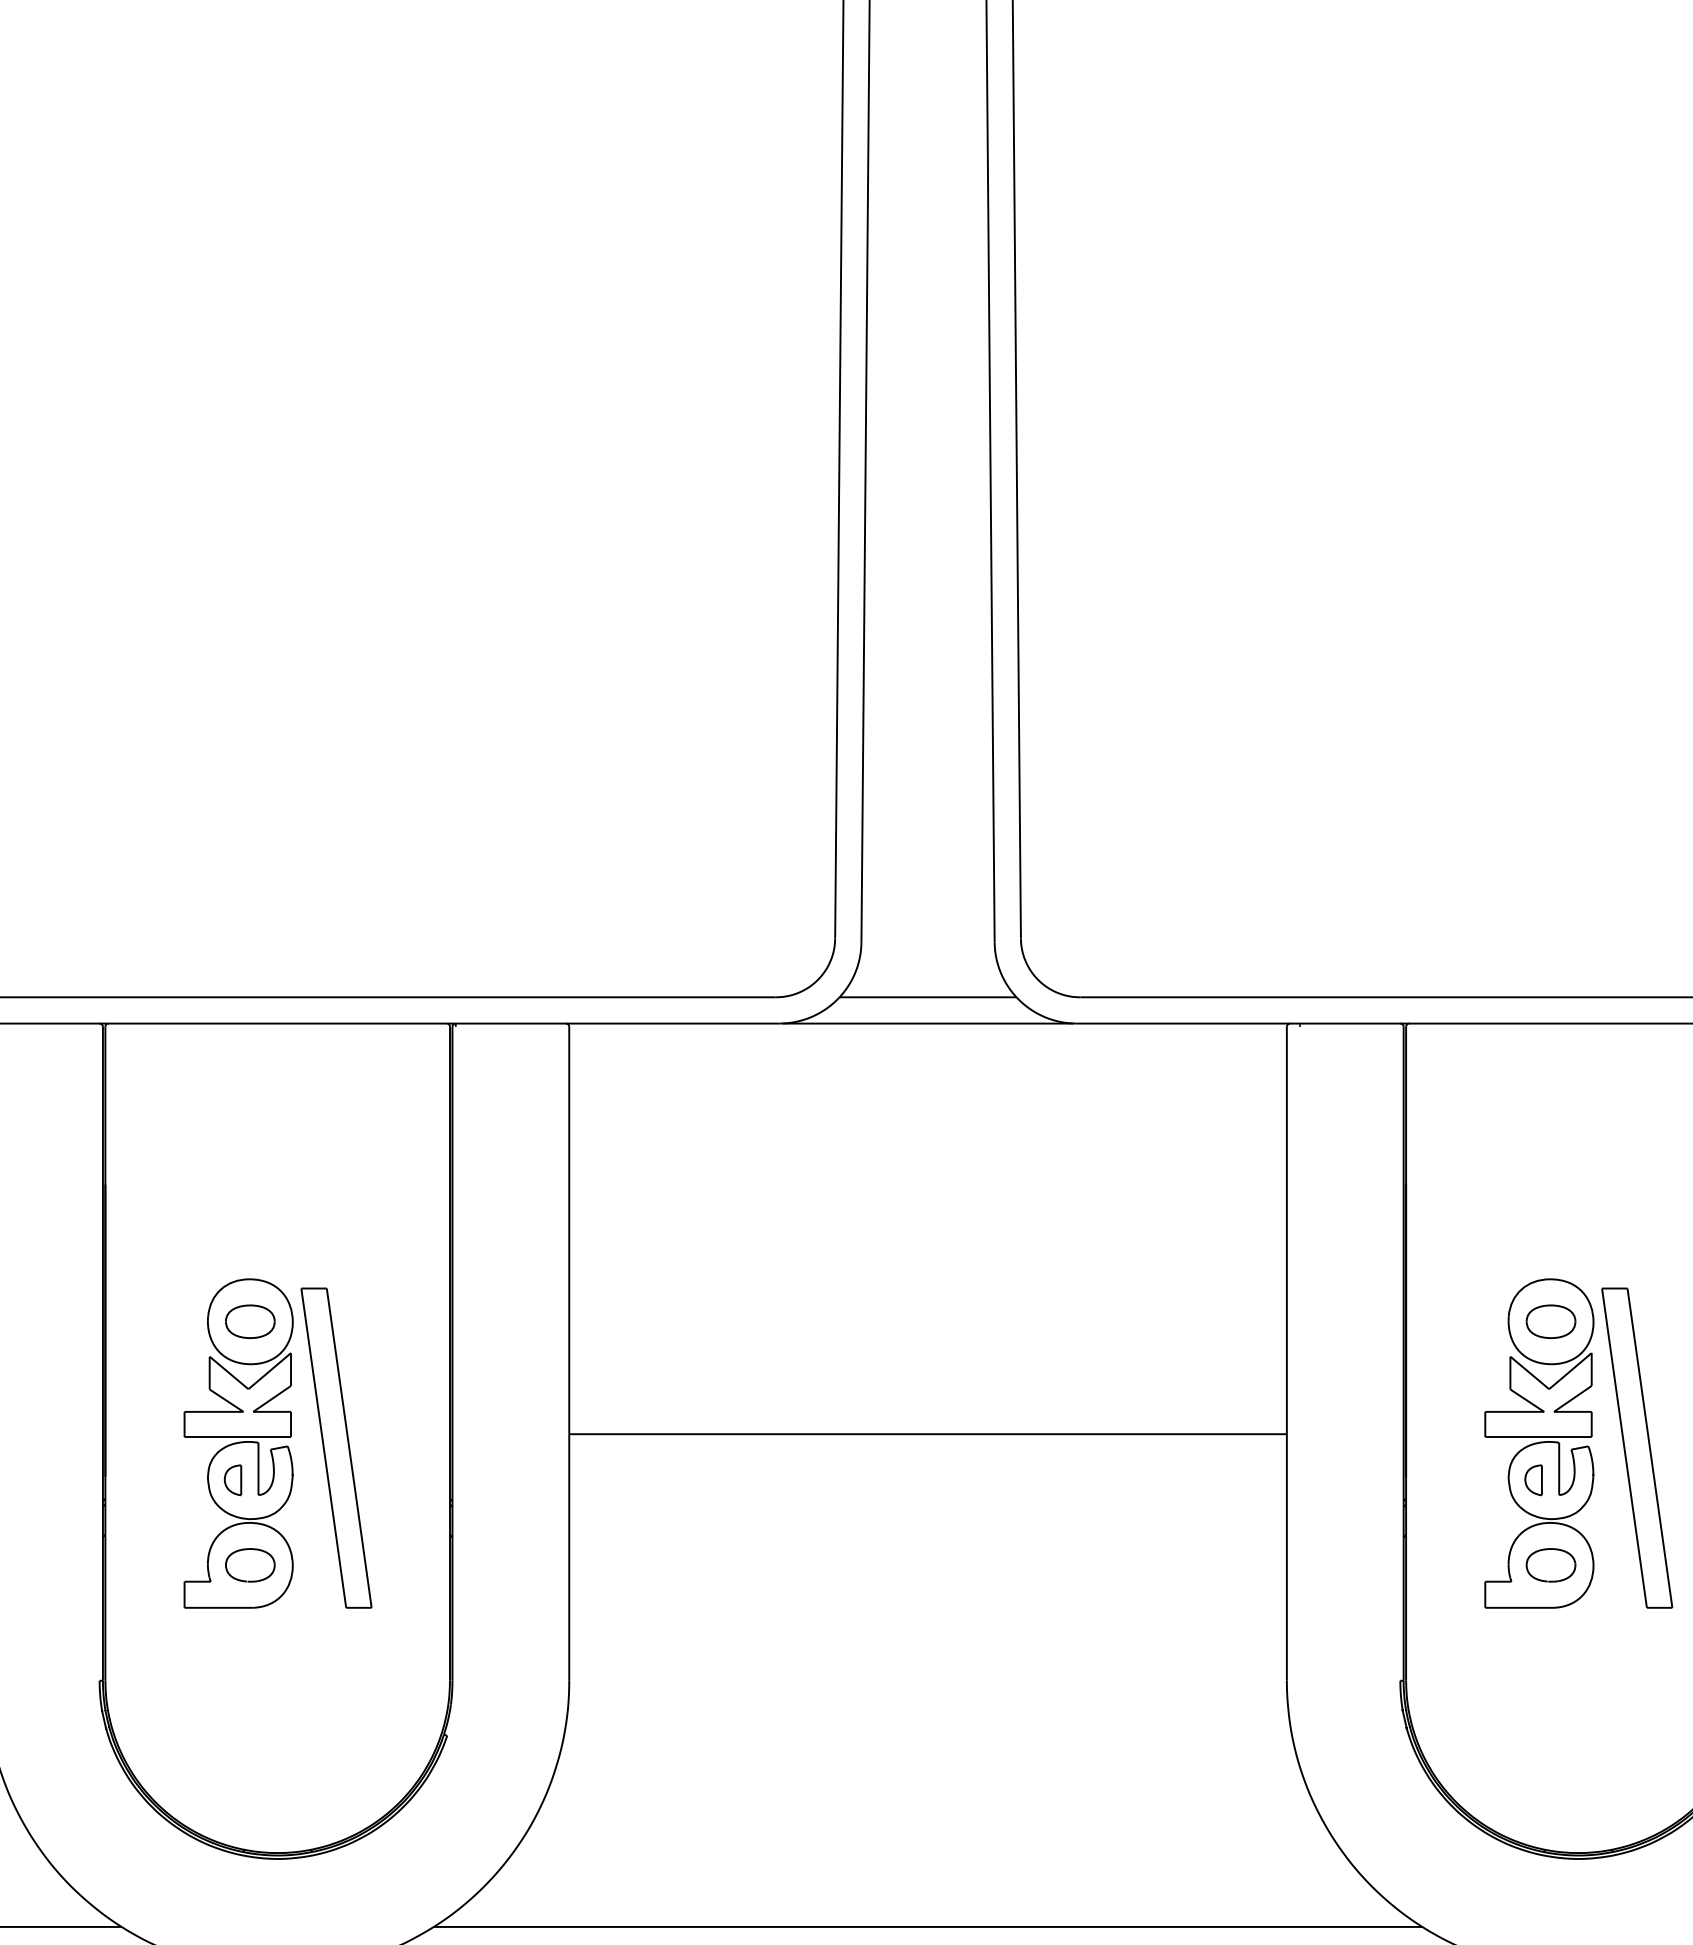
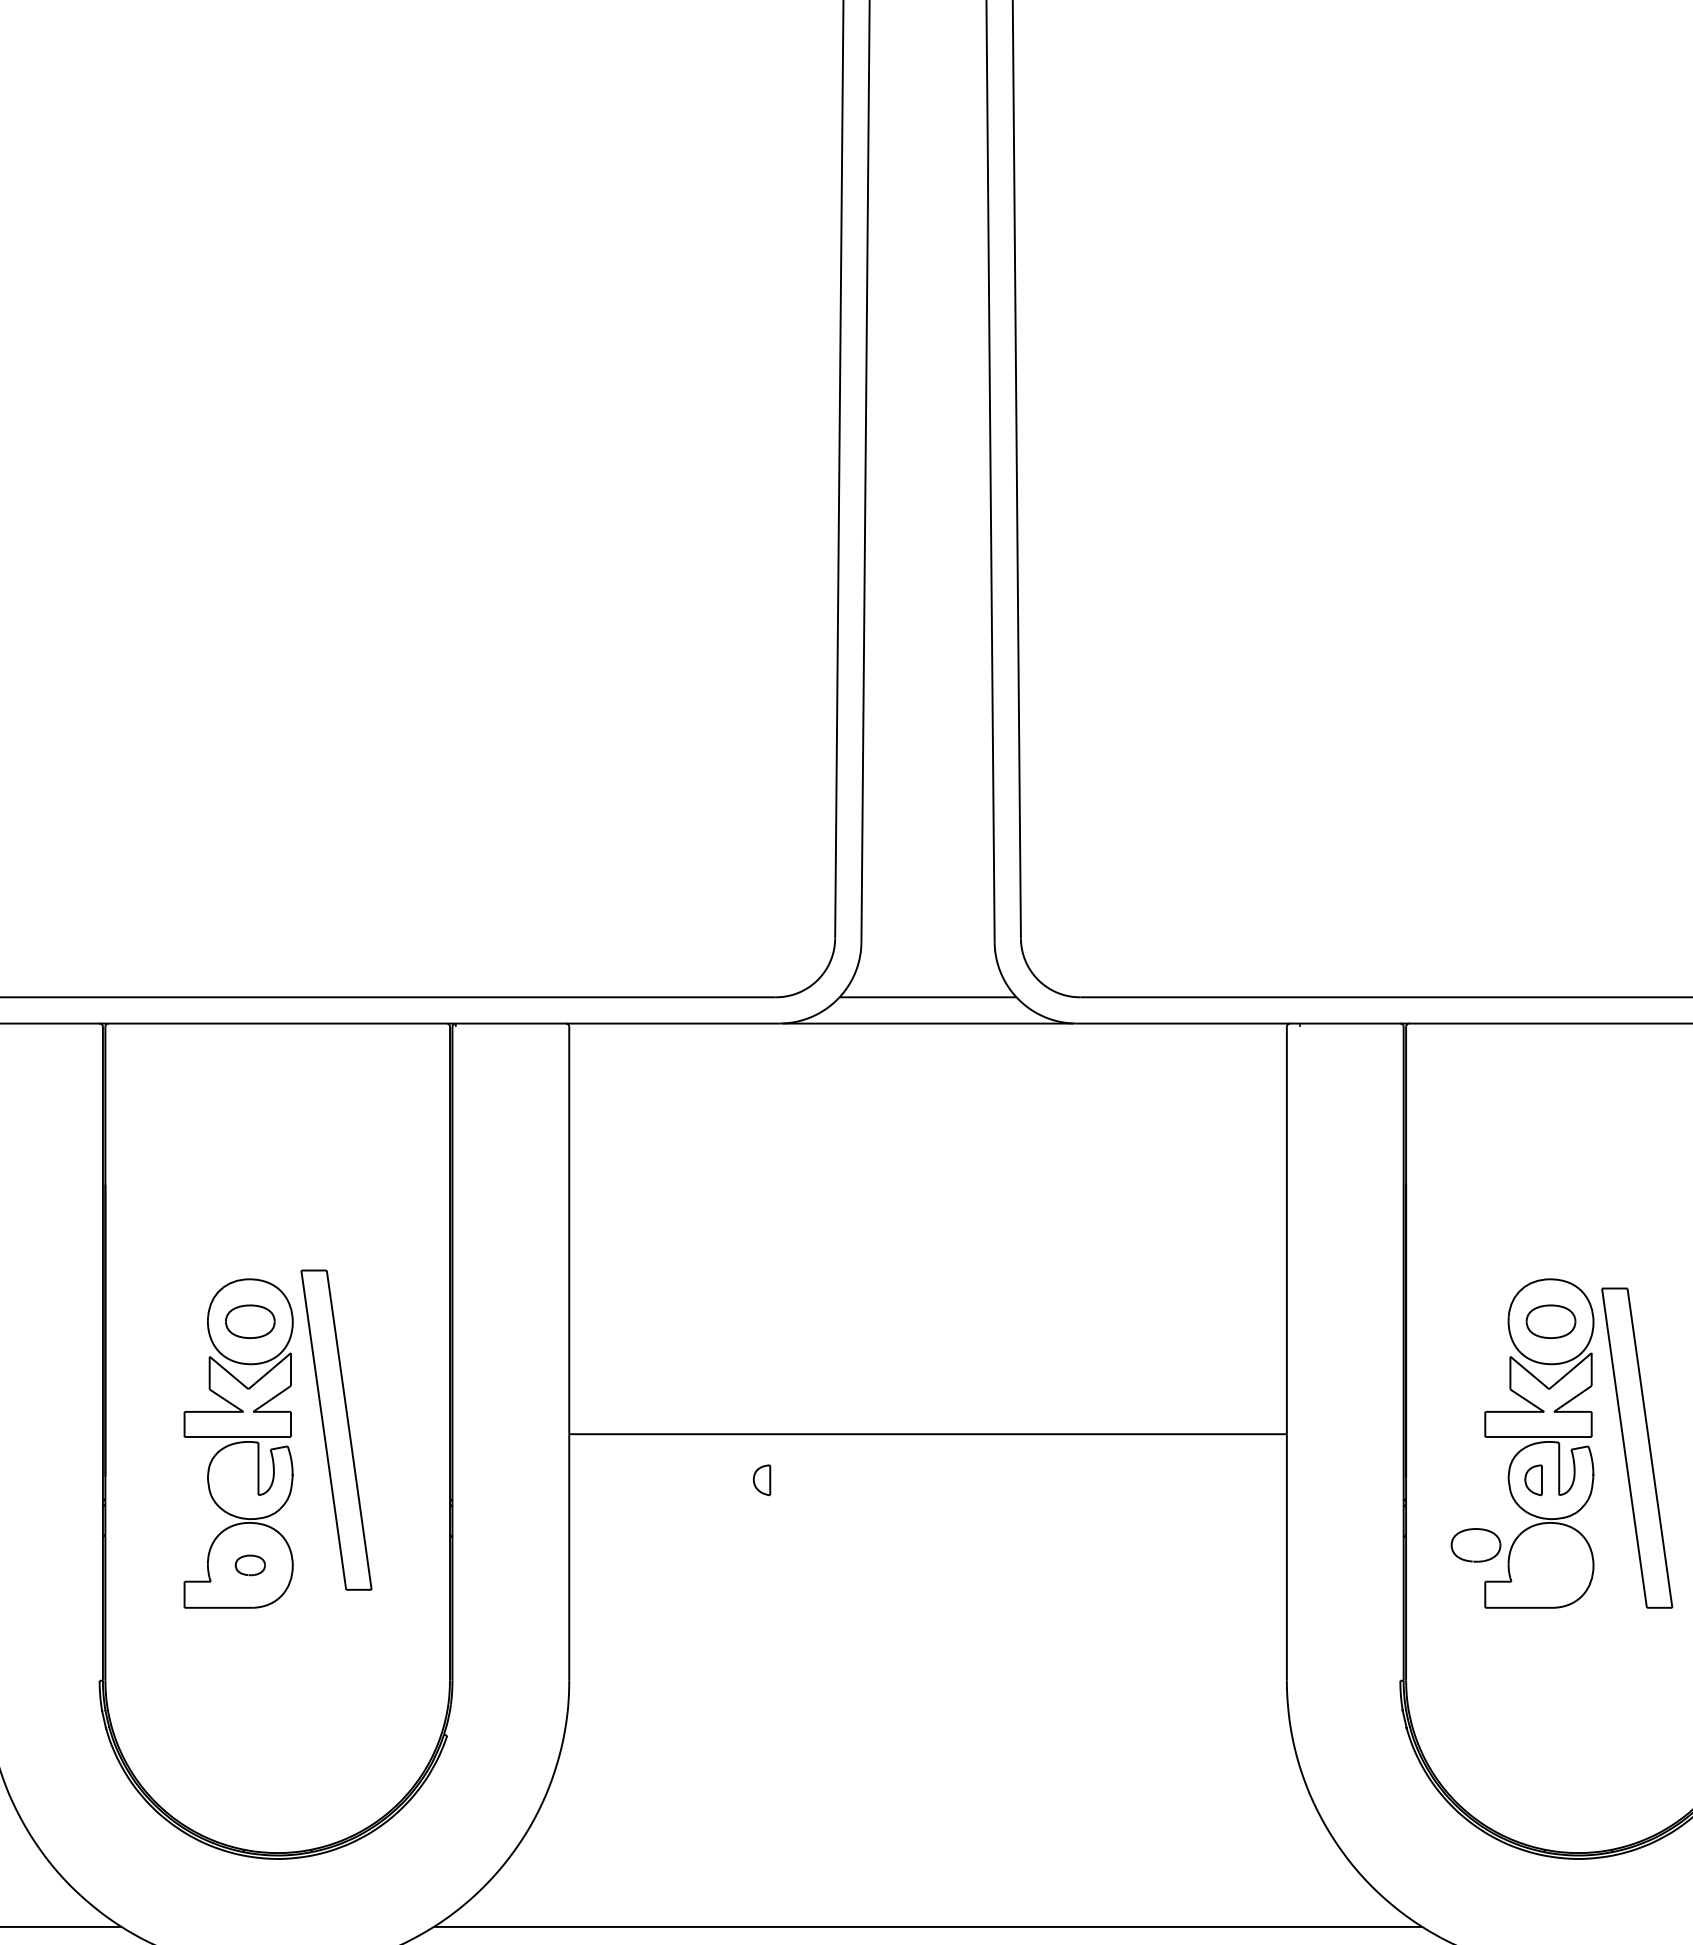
part at (336, 1447) position: (336, 1447) -> (336, 1429)
part at (232, 1480) position: (232, 1480) -> (761, 1480)
part at (250, 1565) size: 51x35 px -> 32x23 px
part at (1550, 1565) position: (1550, 1565) -> (1475, 1545)
